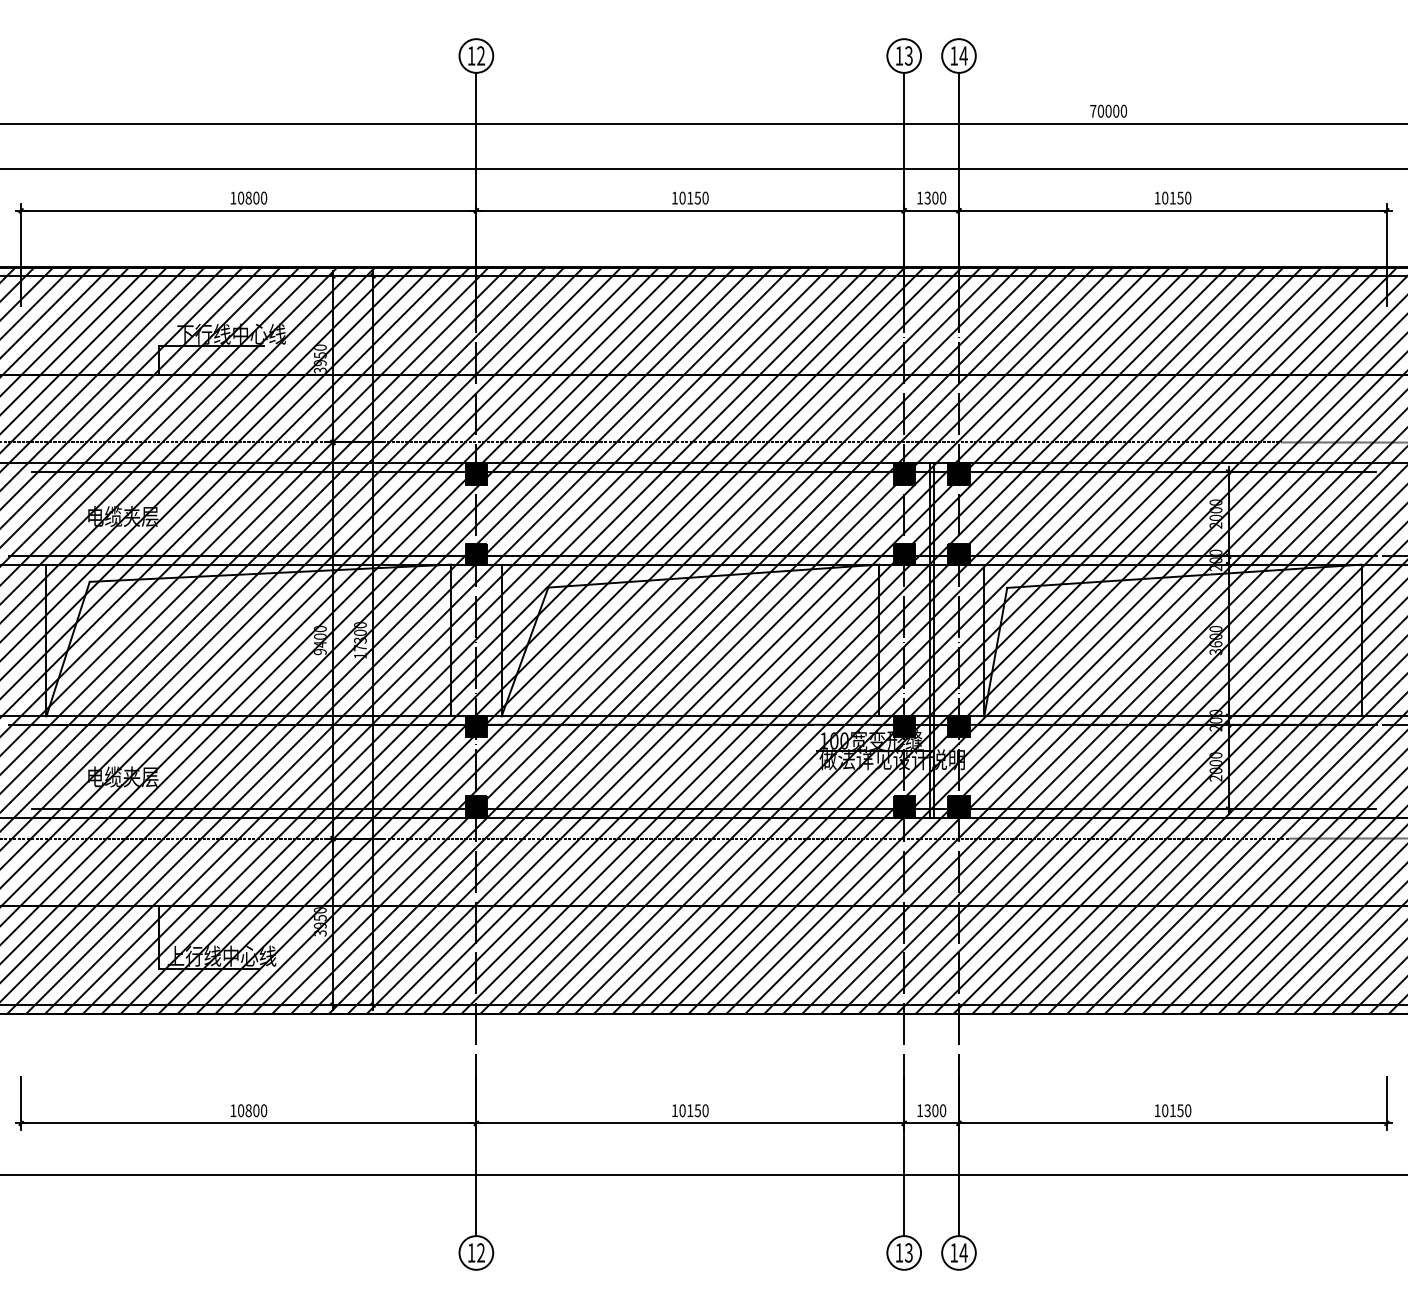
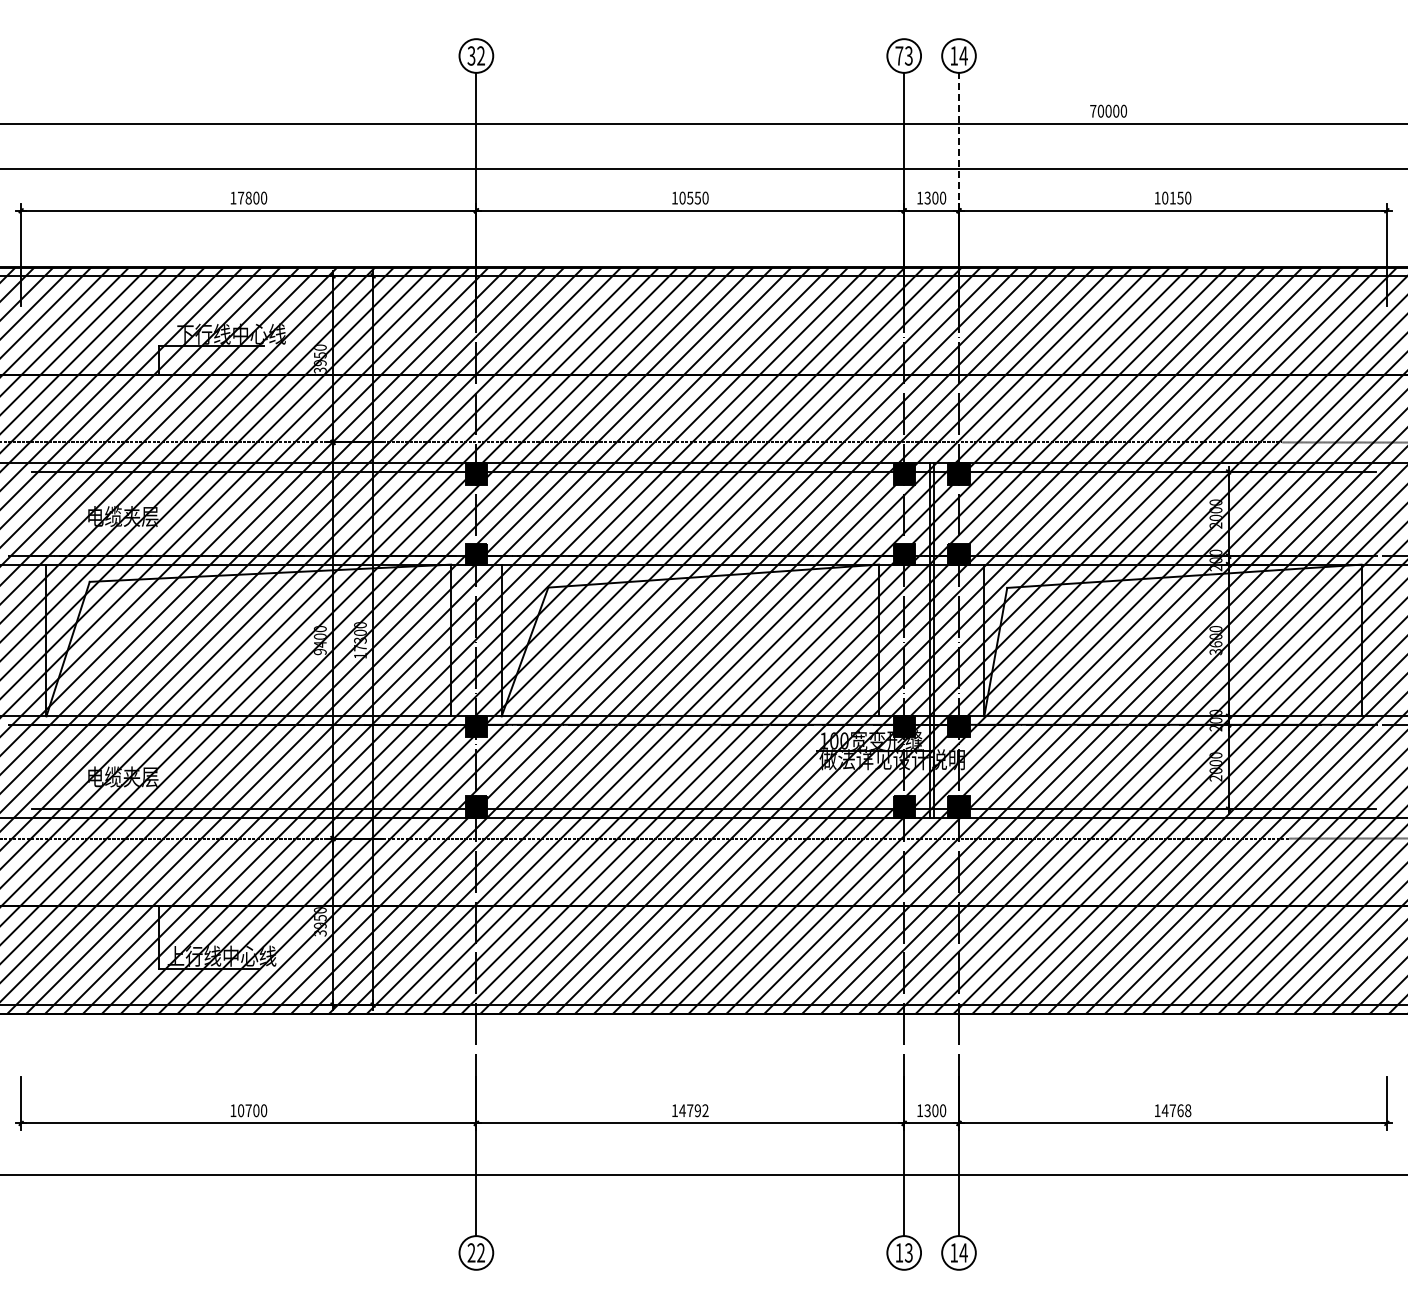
text at (471, 55): 12 -> 32
text at (899, 55): 13 -> 73
line at (959, 141): solid -> dashed
text at (241, 197): 10800 -> 17800
text at (690, 197): 10150 -> 10550
text at (248, 1110): 10800 -> 10700
text at (693, 1110): 10150 -> 14792
text at (1176, 1110): 10150 -> 14768
text at (471, 1252): 12 -> 22
